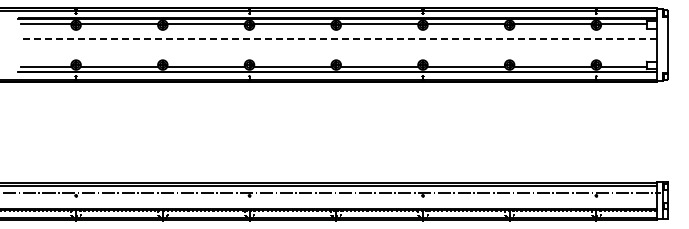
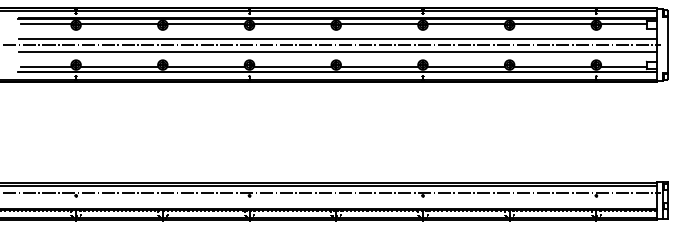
line at (338, 38): dashed -> solid
line at (331, 45): none -> present
line at (338, 51): none -> present
